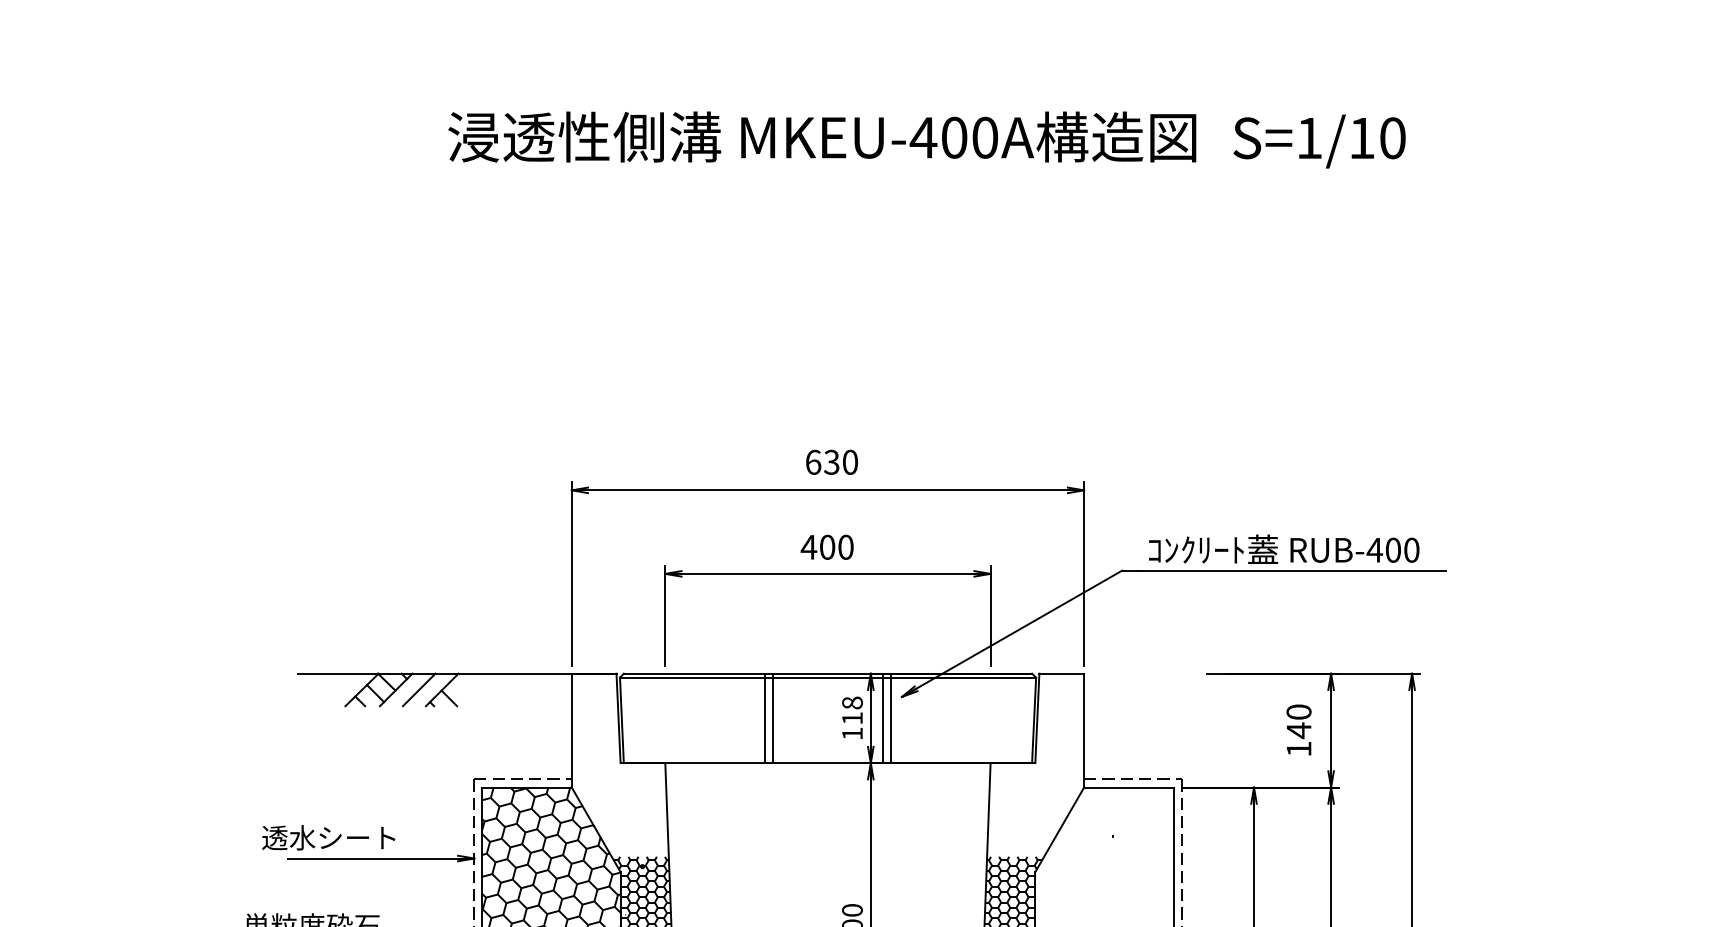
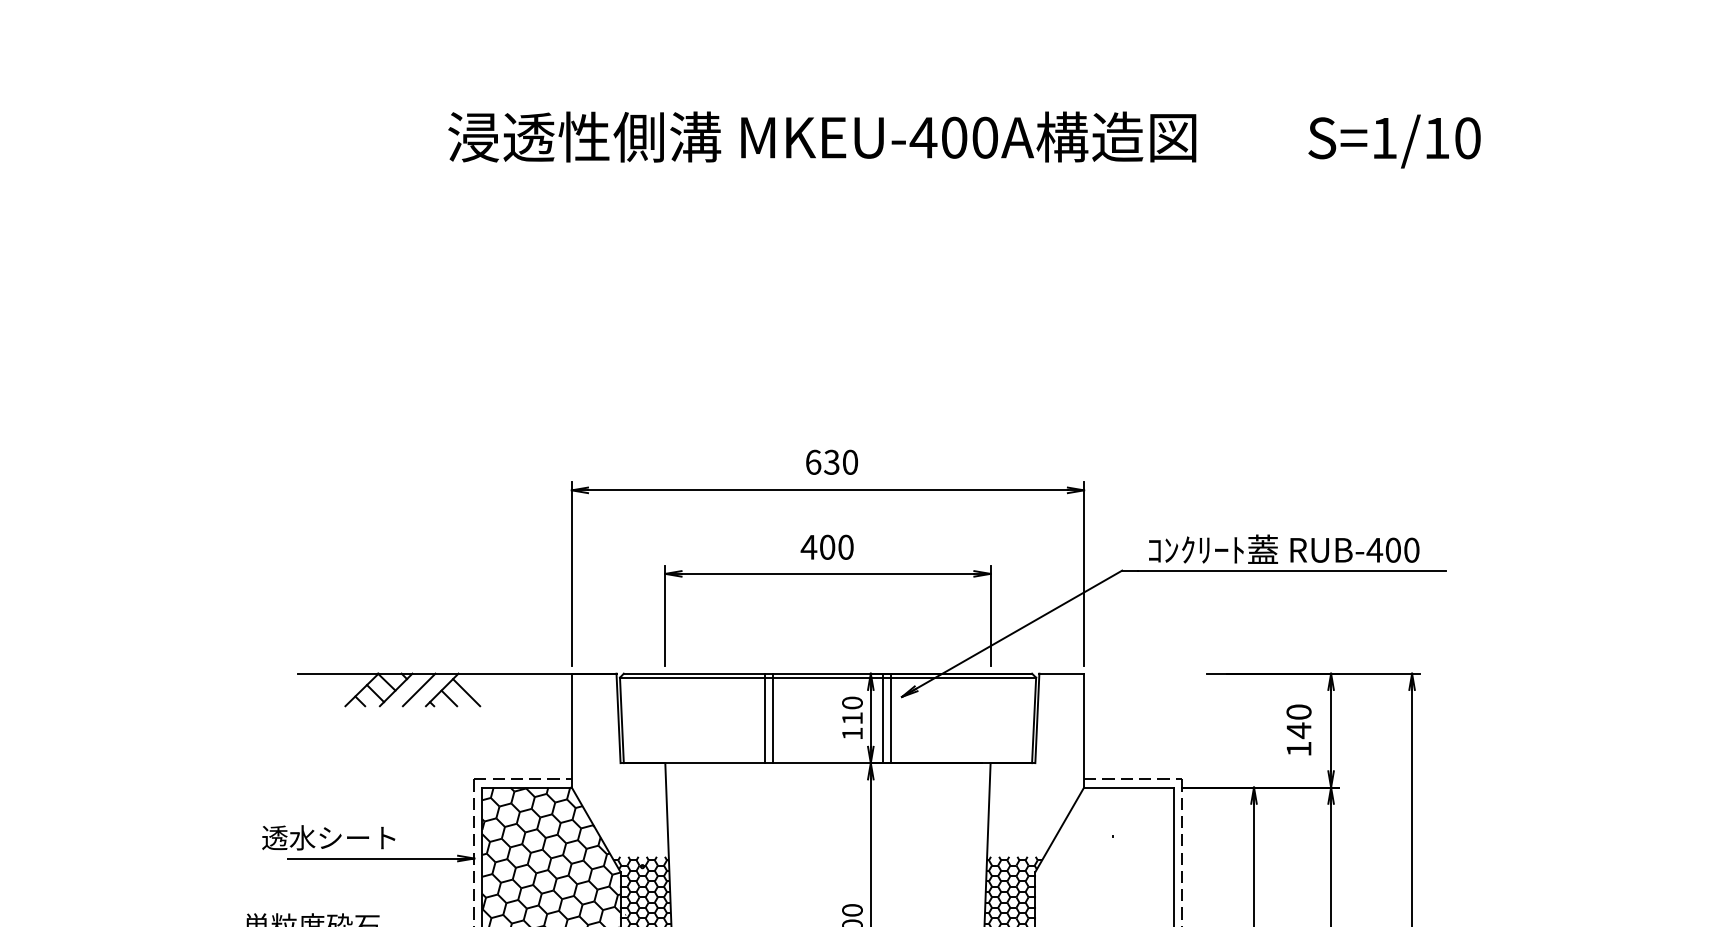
text at (1319, 141) position: (1319, 141) -> (1394, 141)
line at (466, 692): none -> present
text at (852, 702): 118 -> 110
